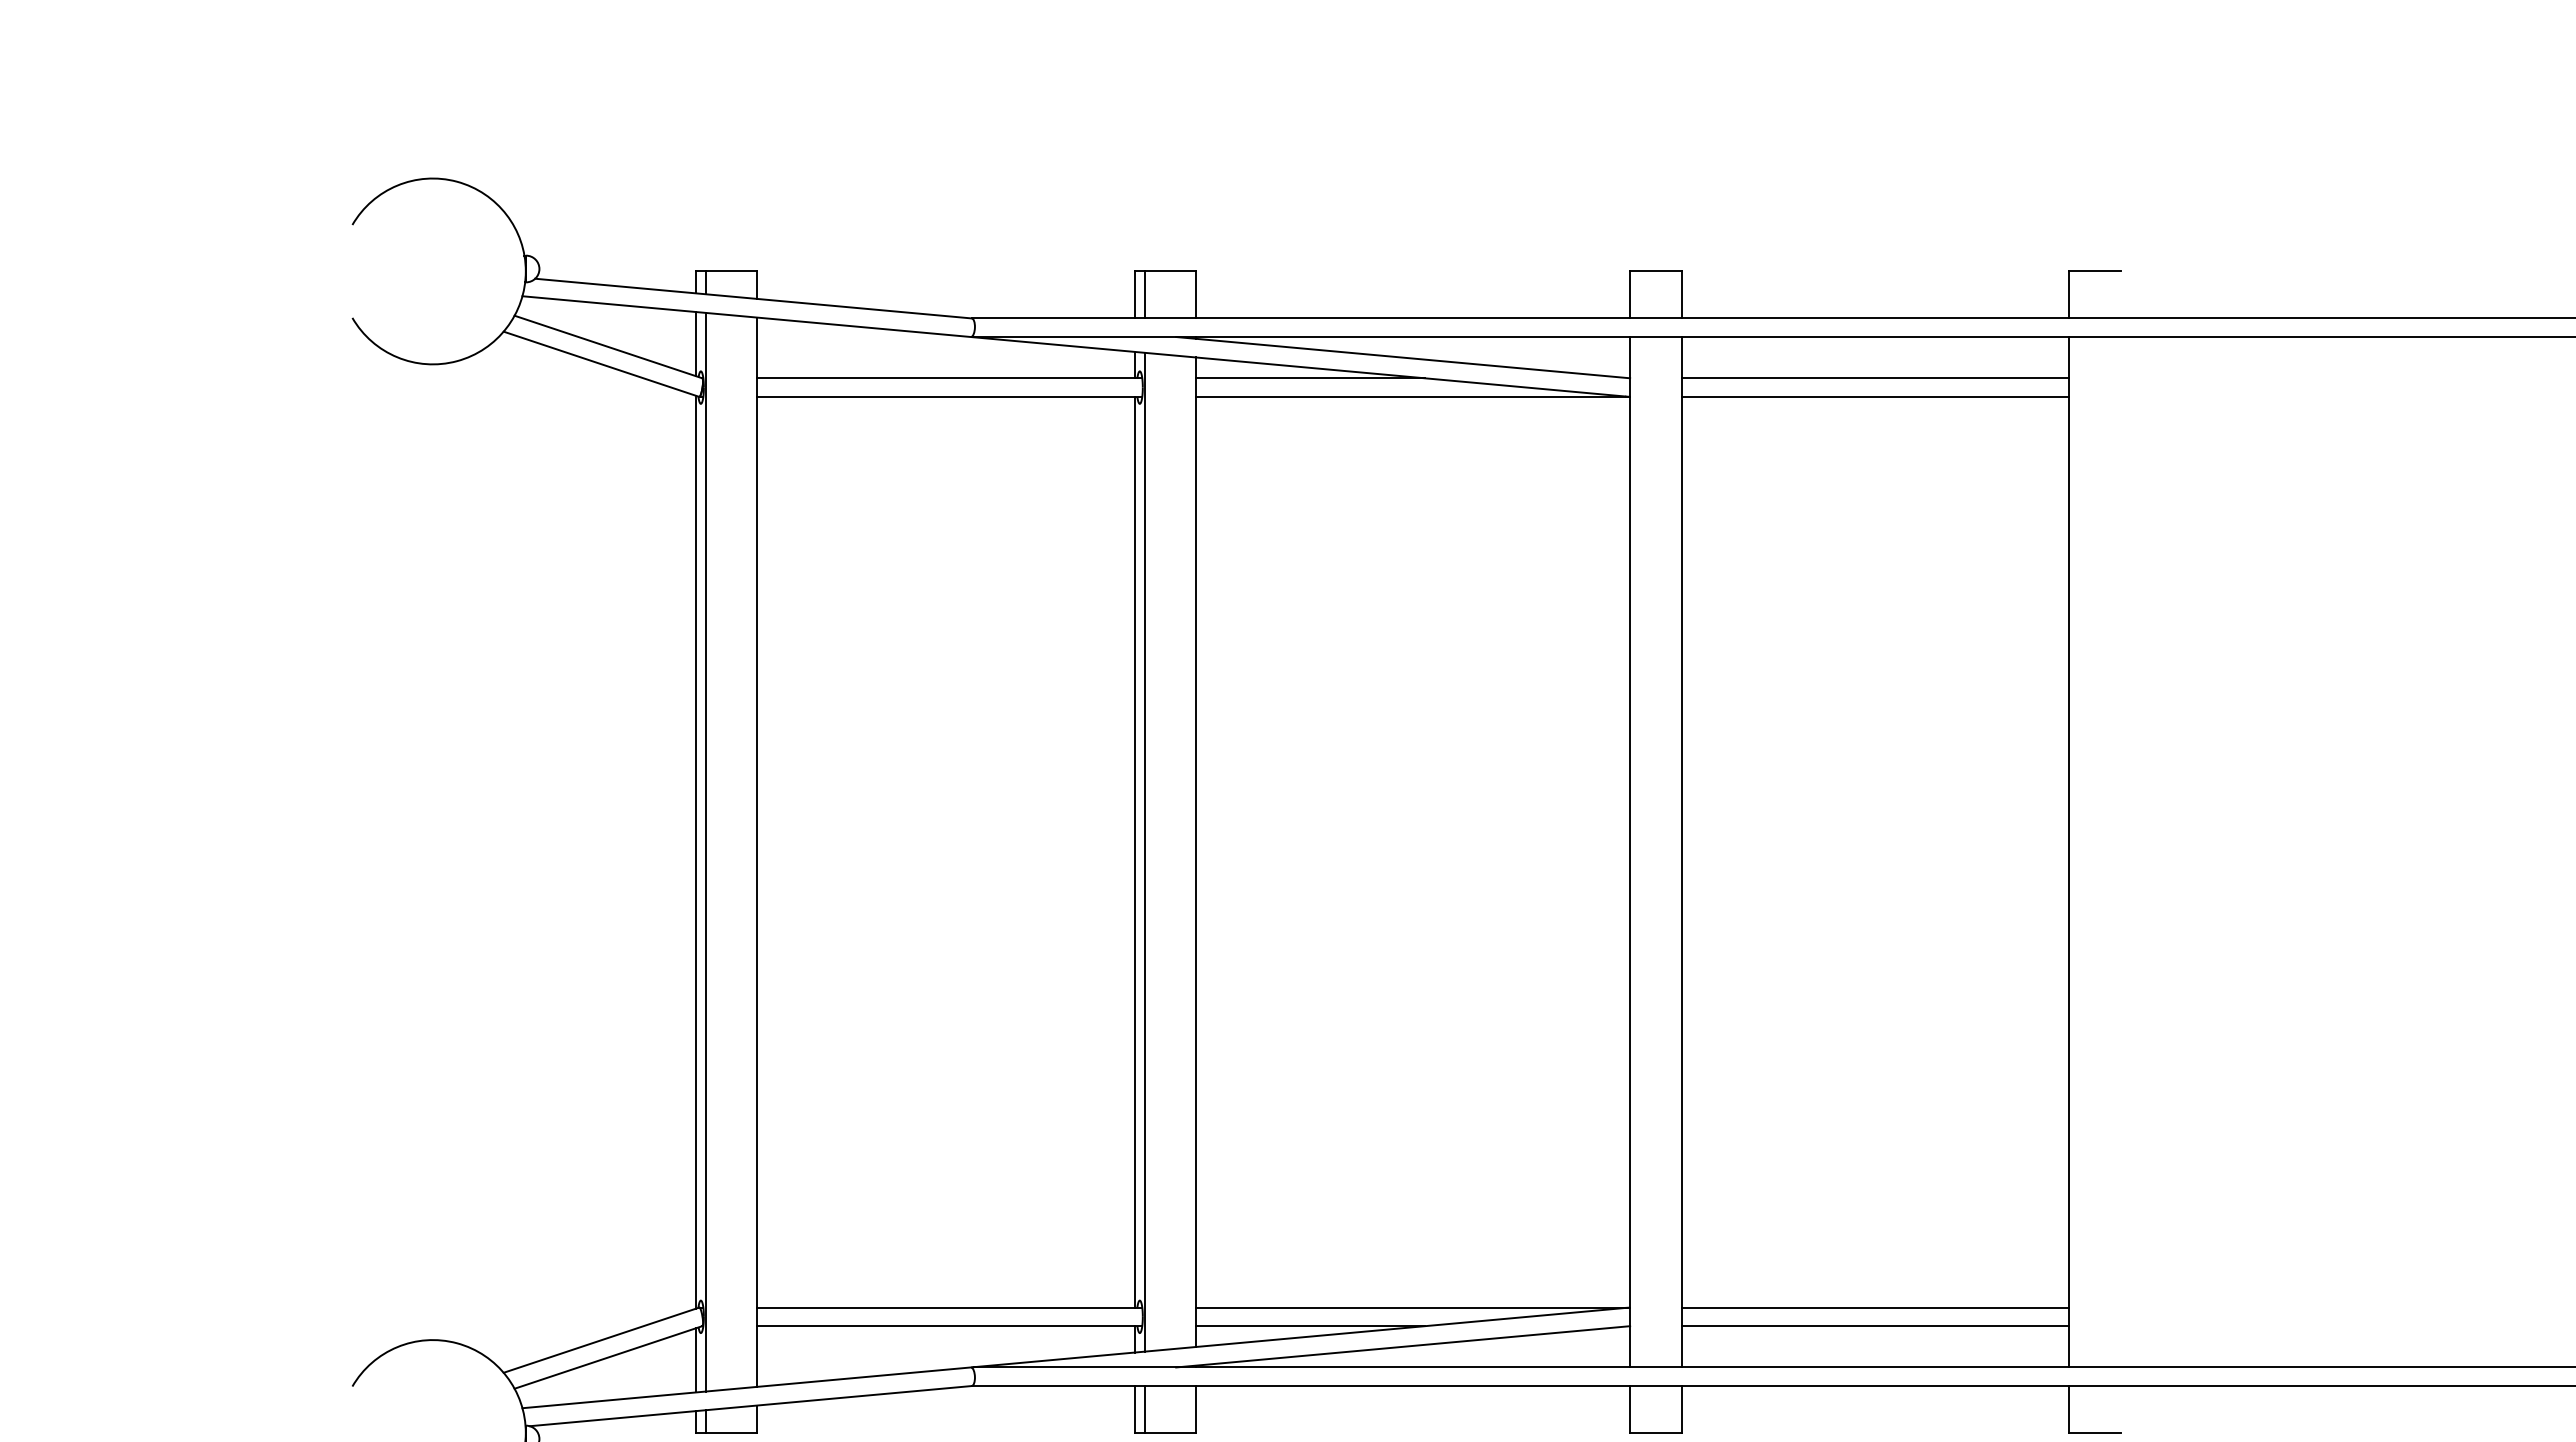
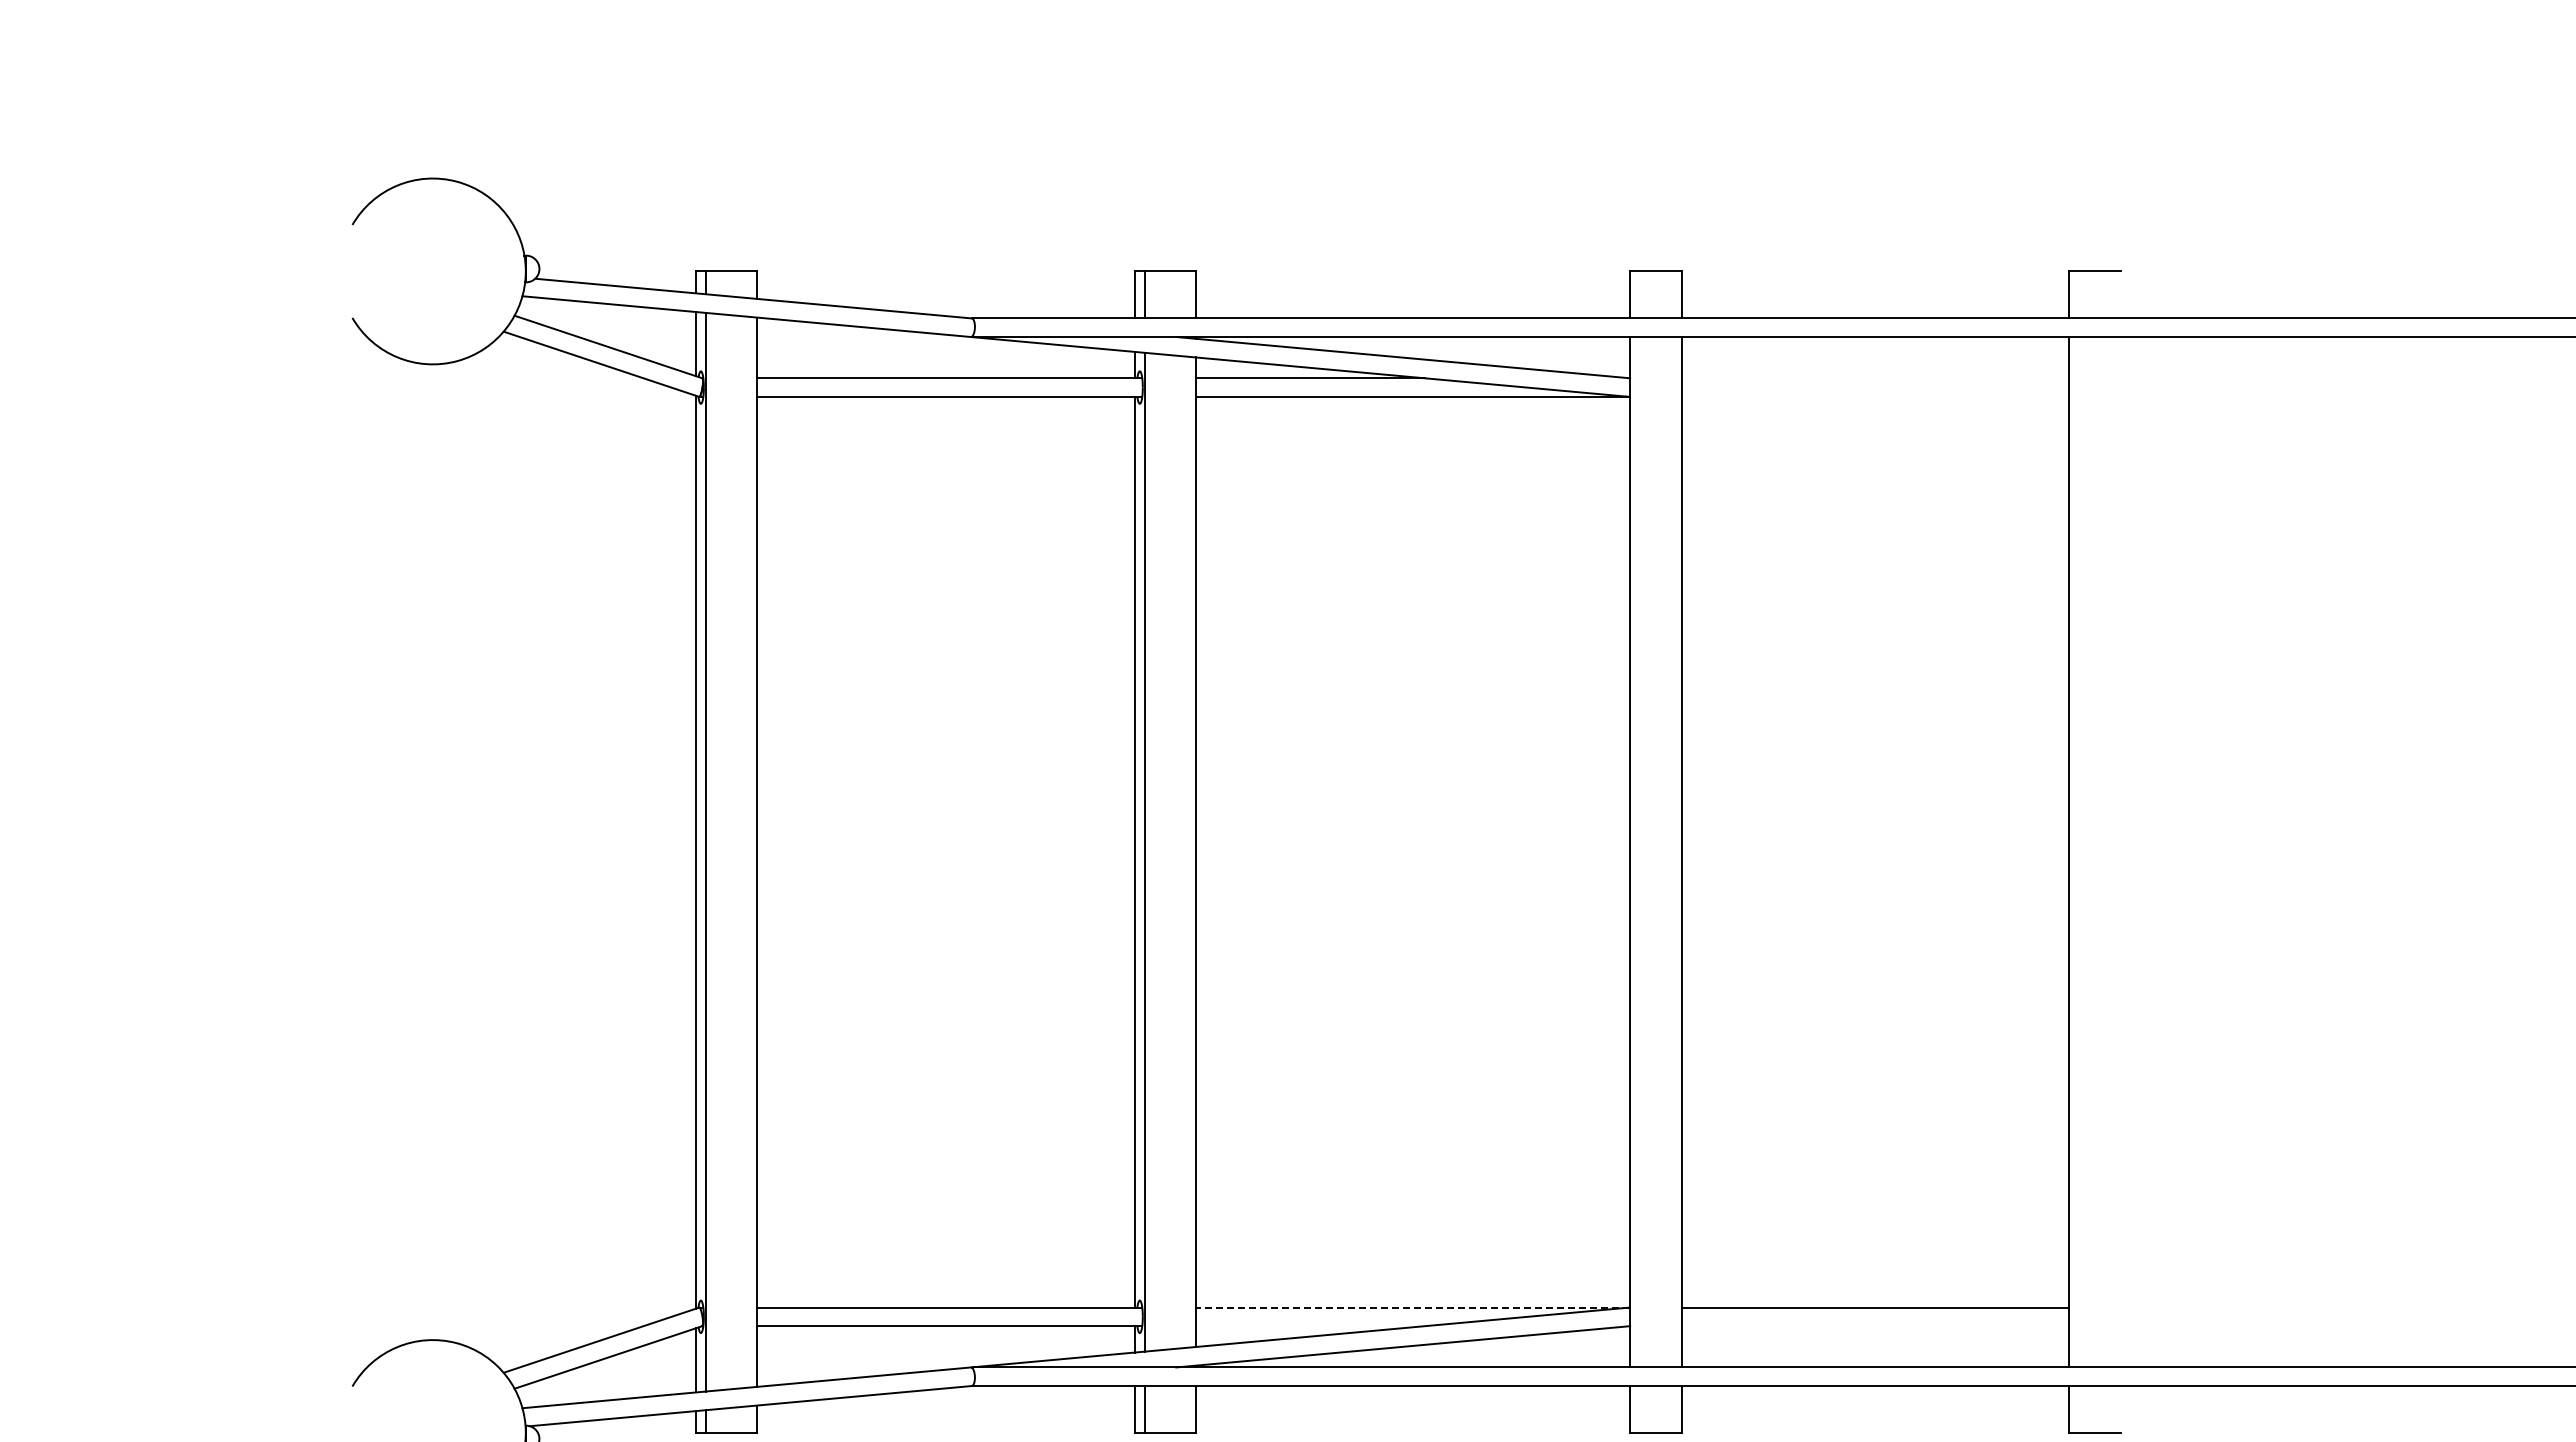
line at (1875, 378): present -> none
line at (1875, 396): present -> none
line at (1412, 1307): solid -> dashed
line at (1310, 1326): present -> none
line at (1875, 1326): present -> none
